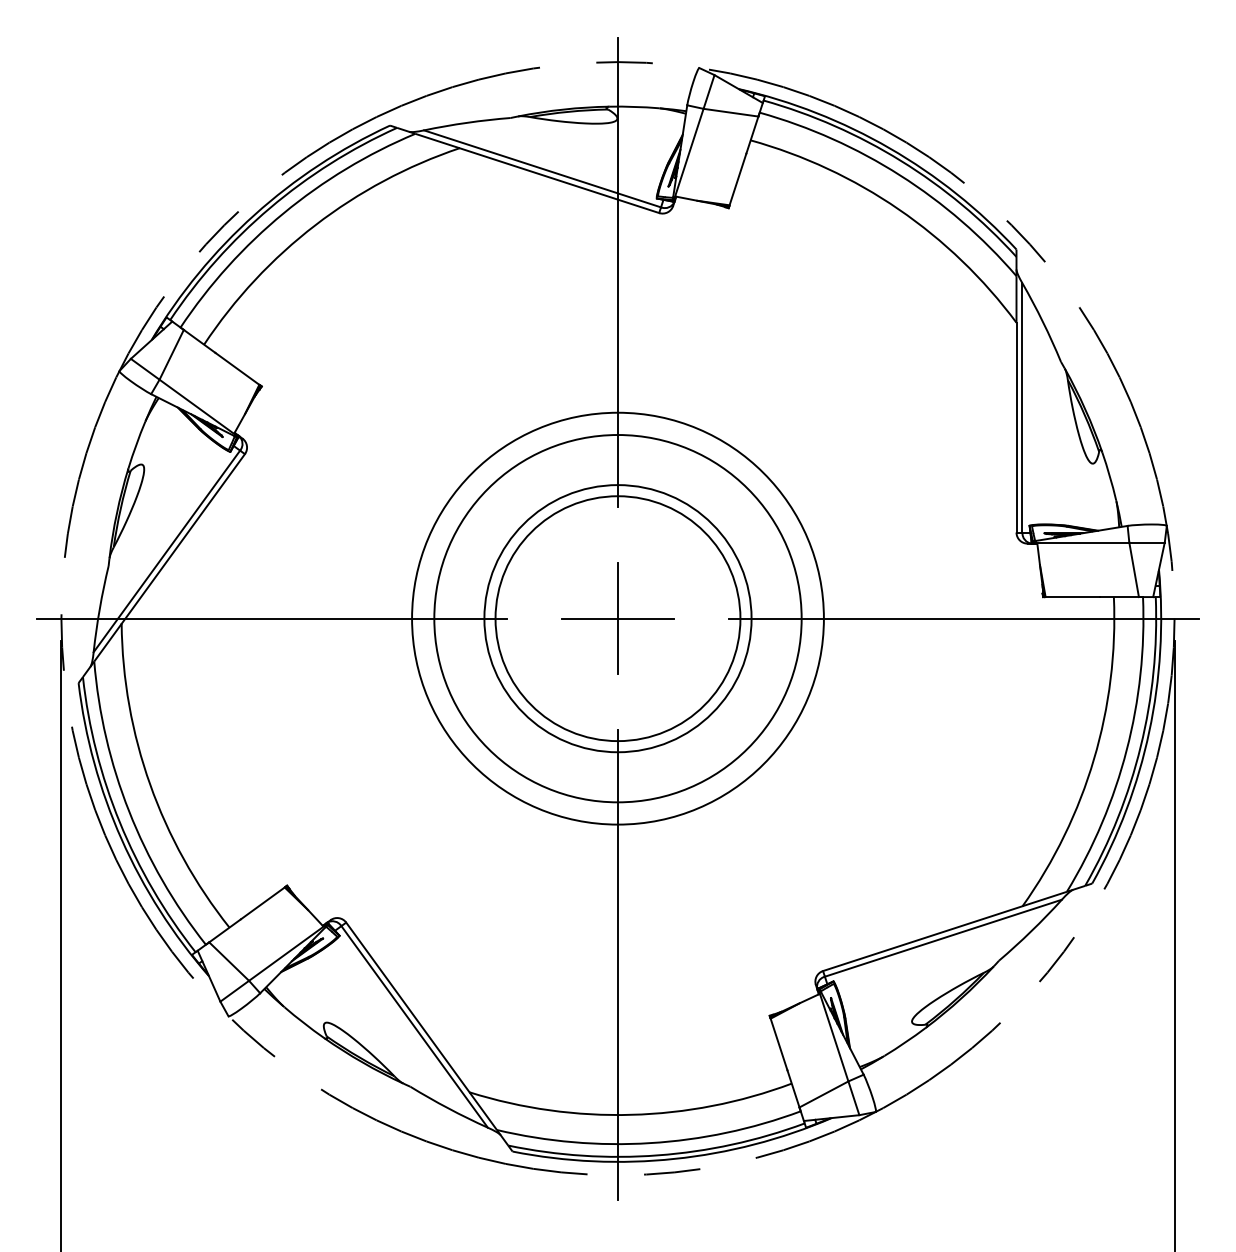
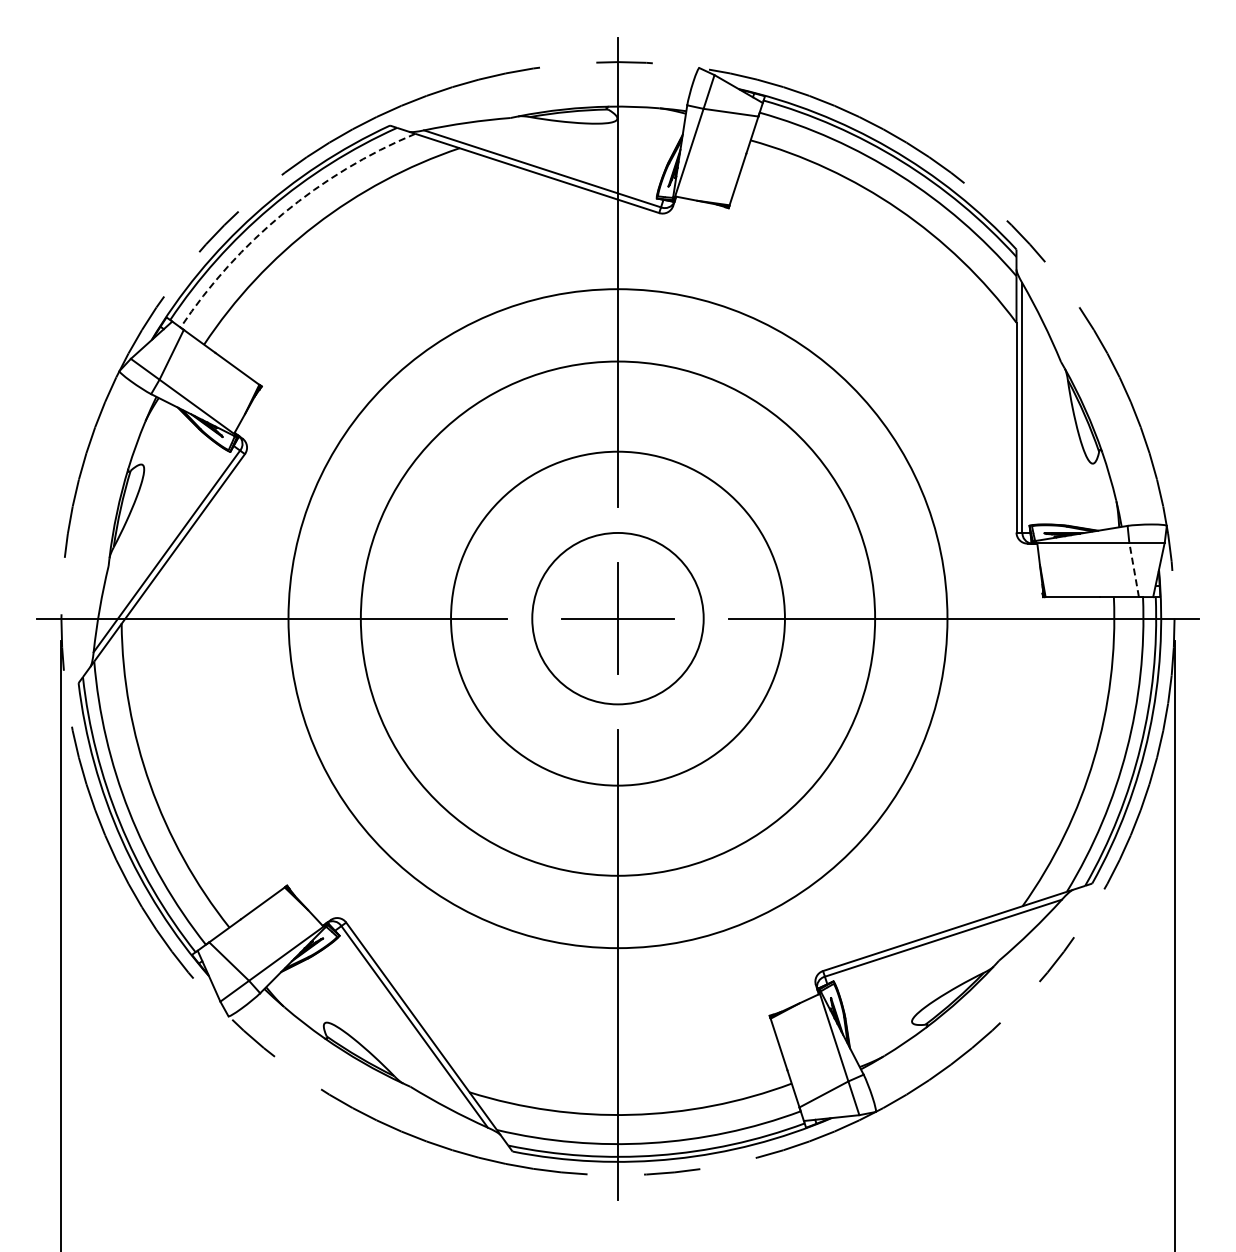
arc at (283, 213): solid -> dashed
line at (1134, 569): solid -> dashed
circle at (617, 618) diameter: 245 px -> 171 px
circle at (617, 618) diameter: 267 px -> 334 px
circle at (617, 618) diameter: 367 px -> 514 px
circle at (617, 618) diameter: 412 px -> 659 px
